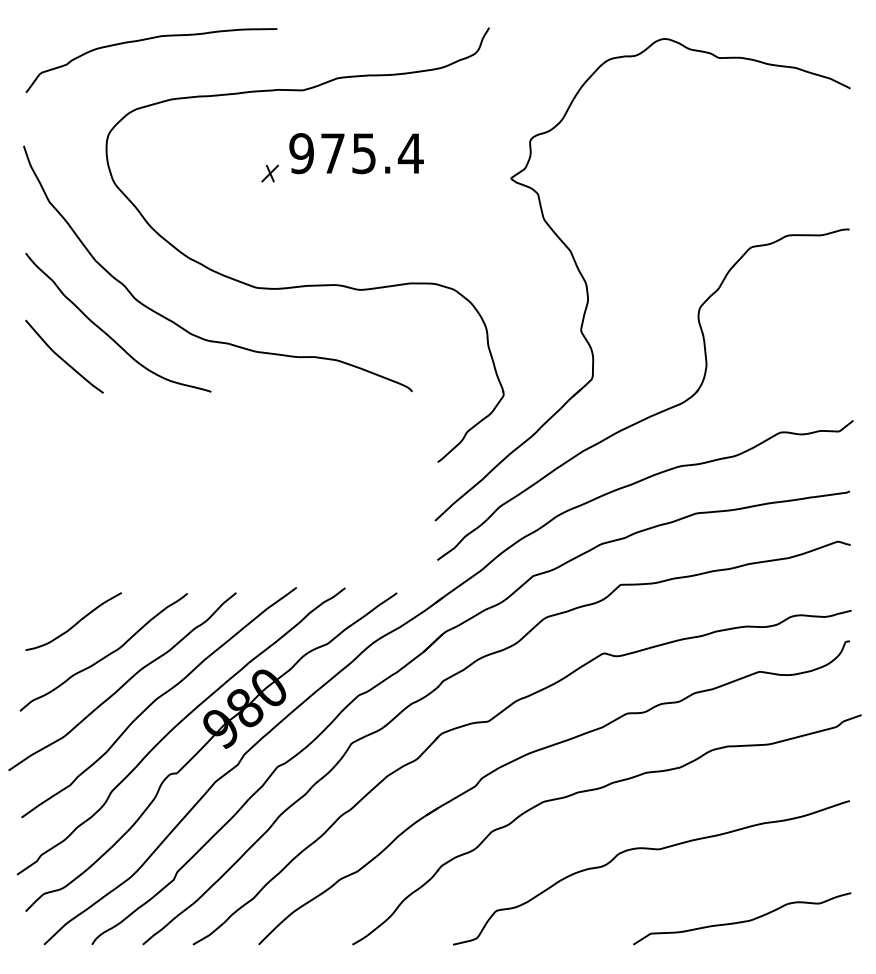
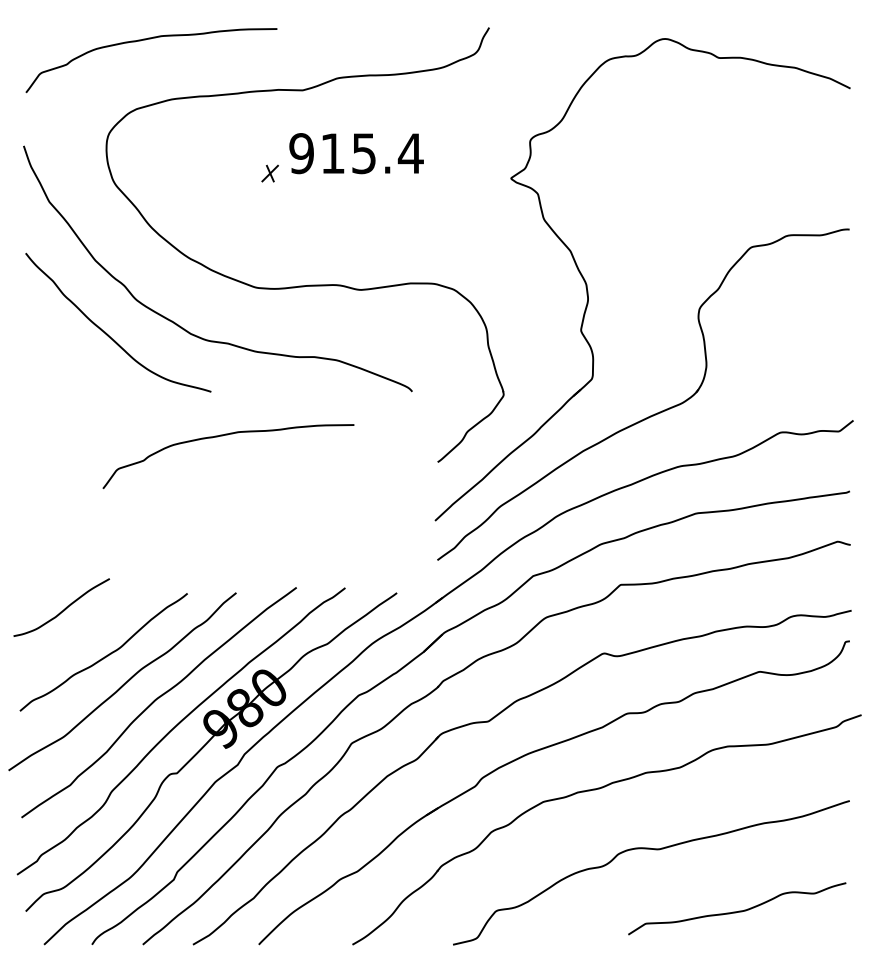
text at (332, 153): 975.4 -> 915.4
curve at (62, 358): present -> none
curve at (222, 436): none -> present
curve at (75, 623) position: (75, 623) -> (63, 609)
curve at (743, 920) position: (743, 920) -> (738, 910)
